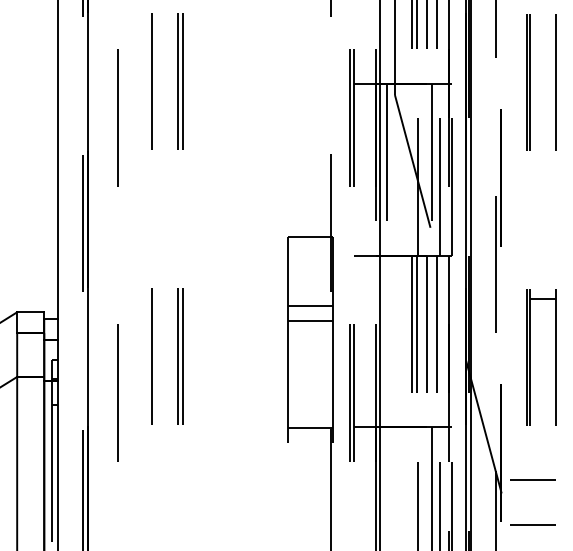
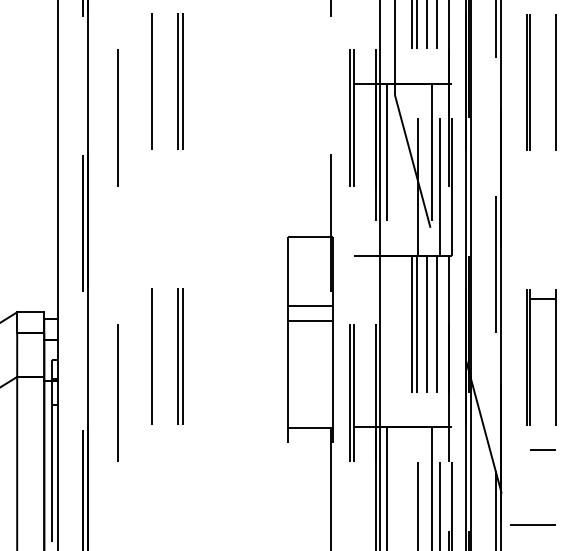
line at (500, 275): dashed -> solid
line at (542, 449): none -> present
line at (532, 479): present -> none
line at (386, 487): none -> present
